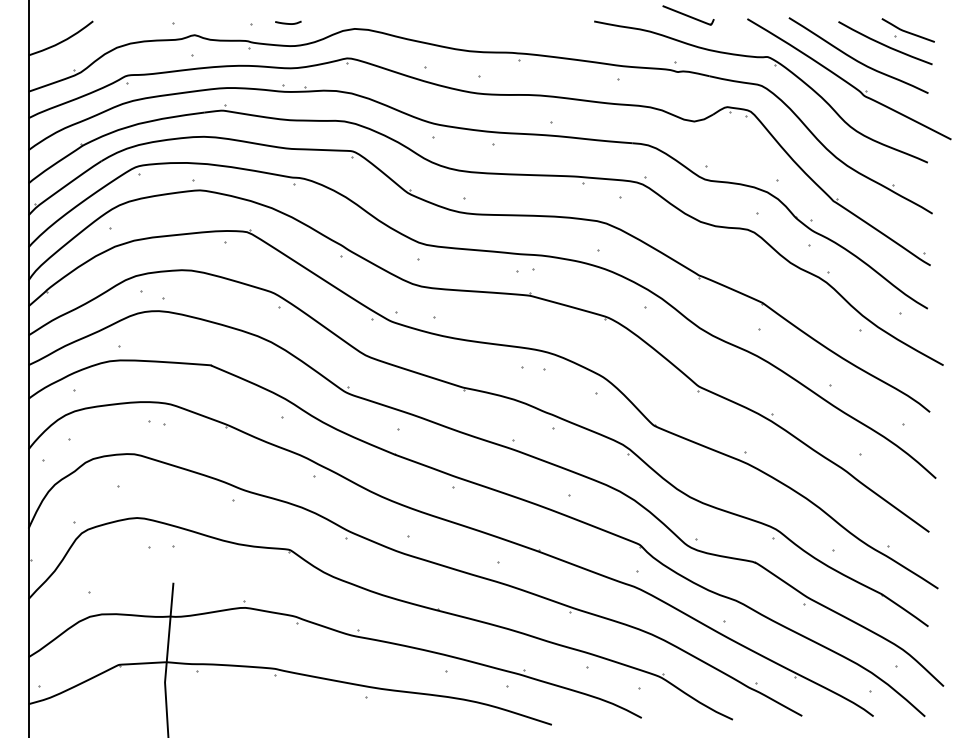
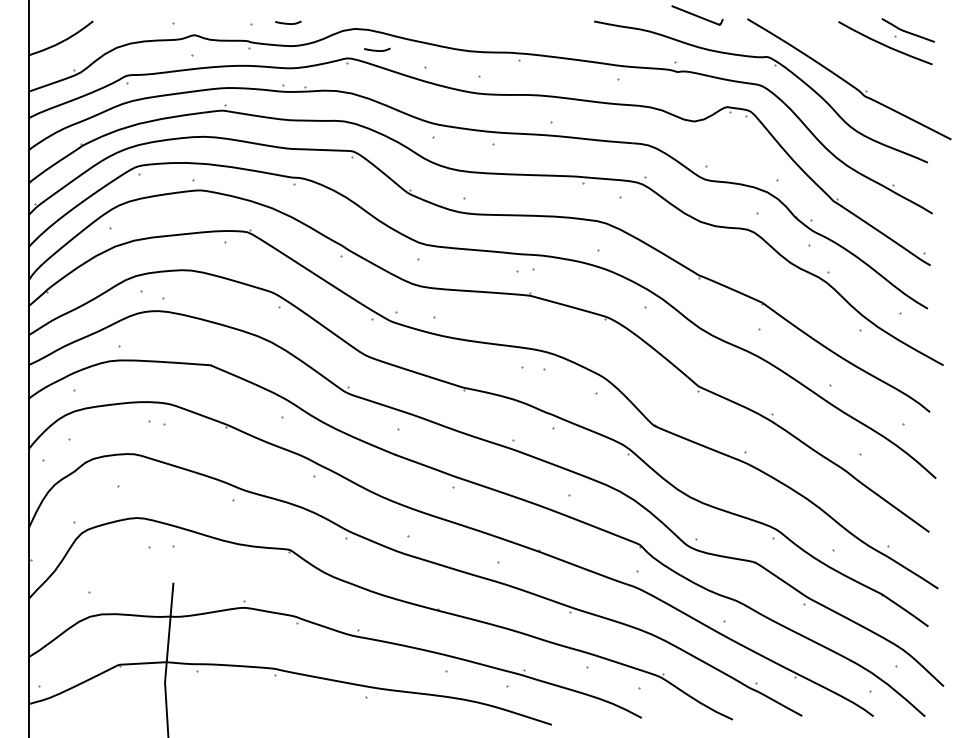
part at (688, 15) position: (688, 15) -> (697, 15)
curve at (377, 50): none -> present
curve at (855, 58): present -> none
